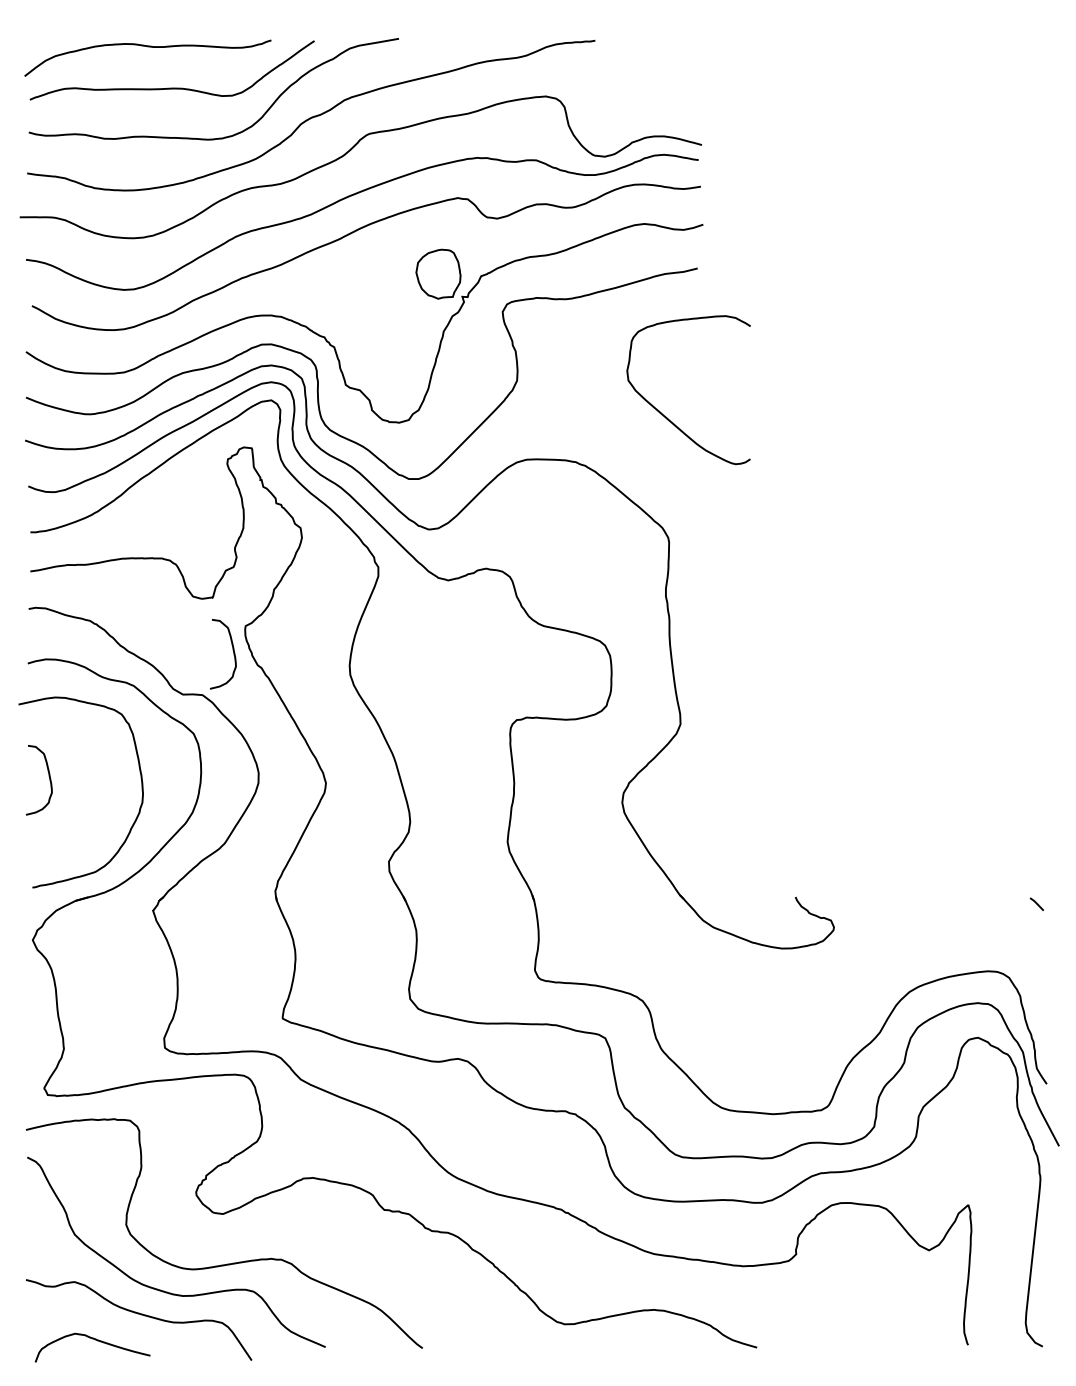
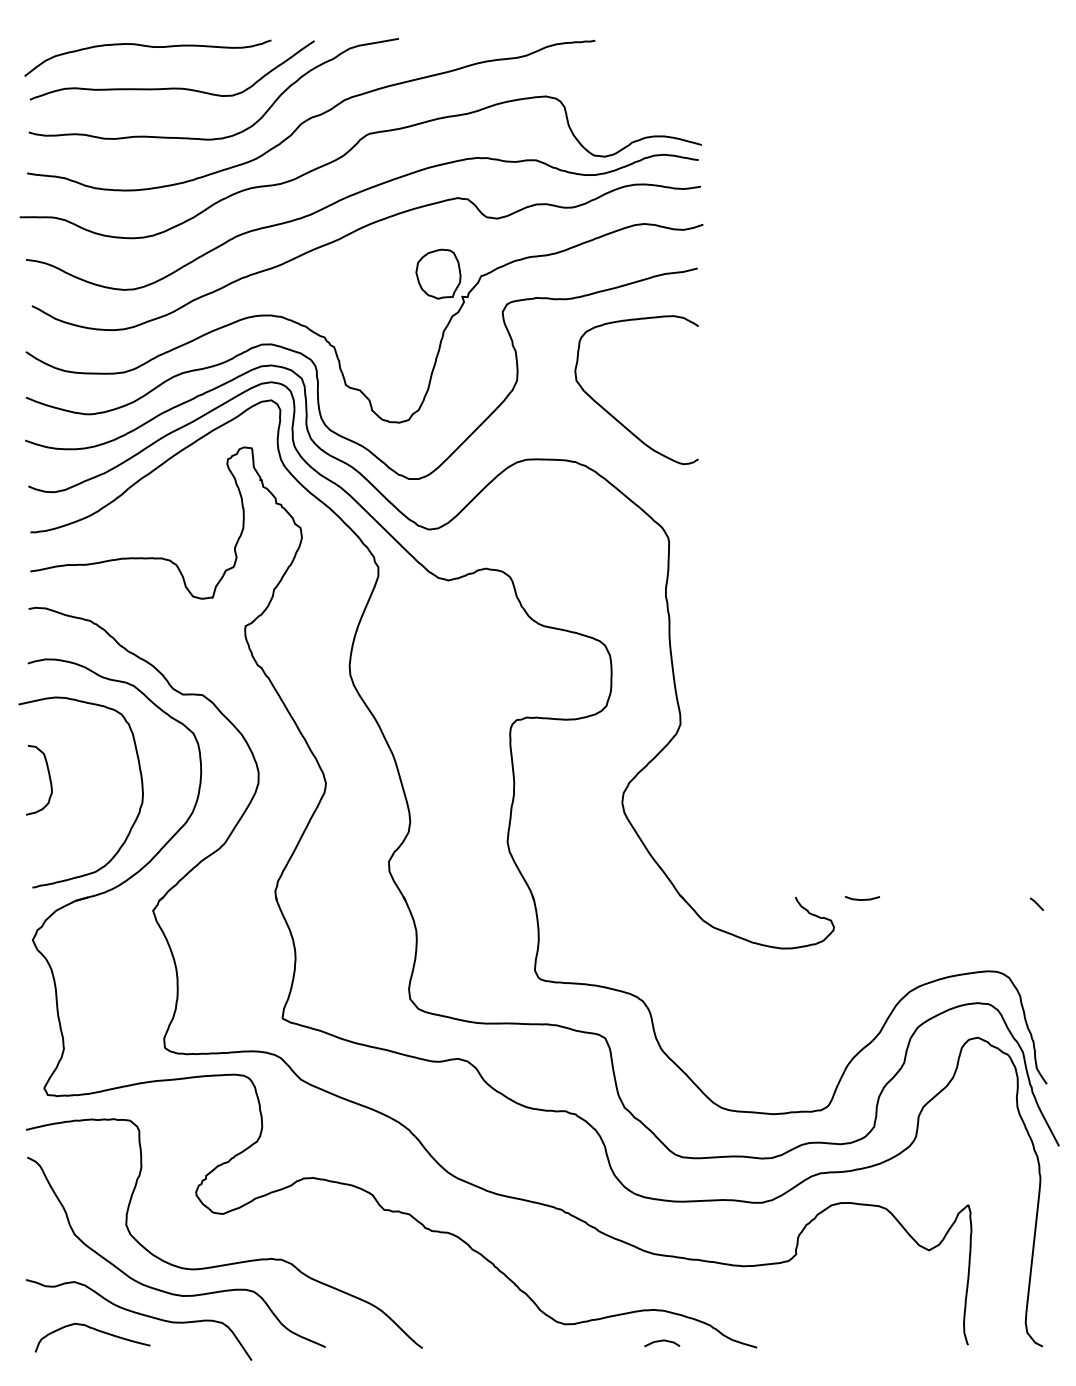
curve at (665, 415) position: (665, 415) -> (613, 415)
curve at (232, 650): present -> none
curve at (862, 899): none -> present
curve at (95, 1340) position: (95, 1340) -> (95, 1330)
curve at (662, 1341): none -> present
